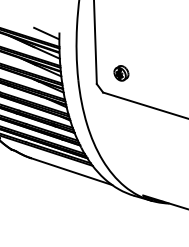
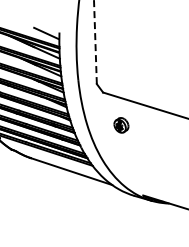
line at (95, 42): solid -> dashed
part at (121, 73) position: (121, 73) -> (121, 125)
